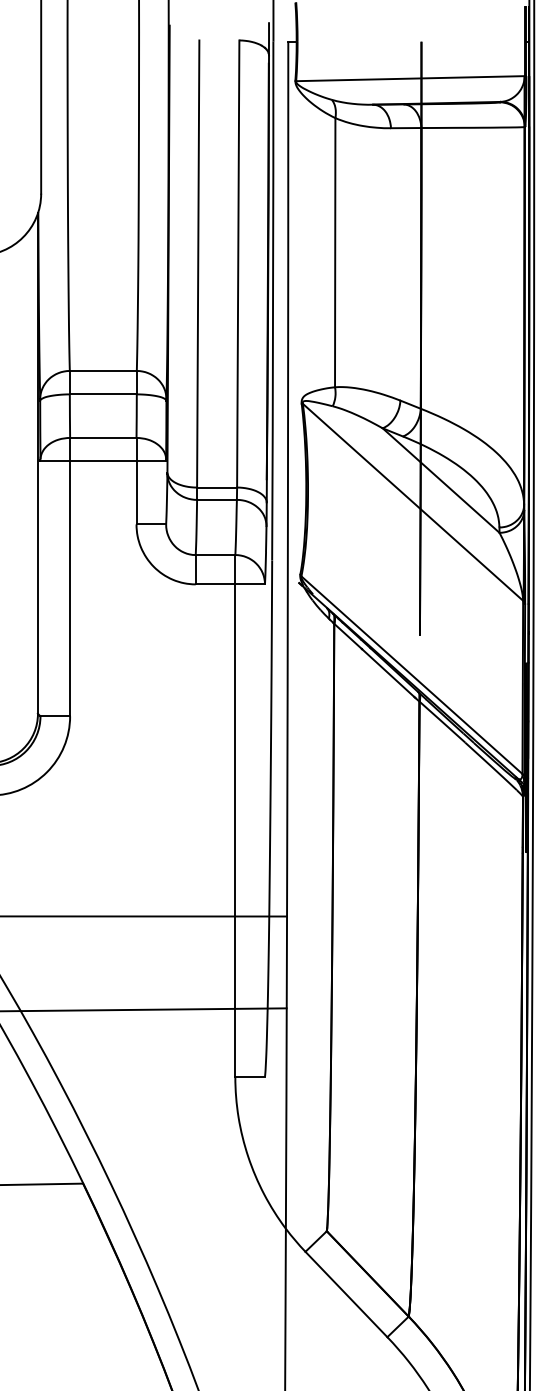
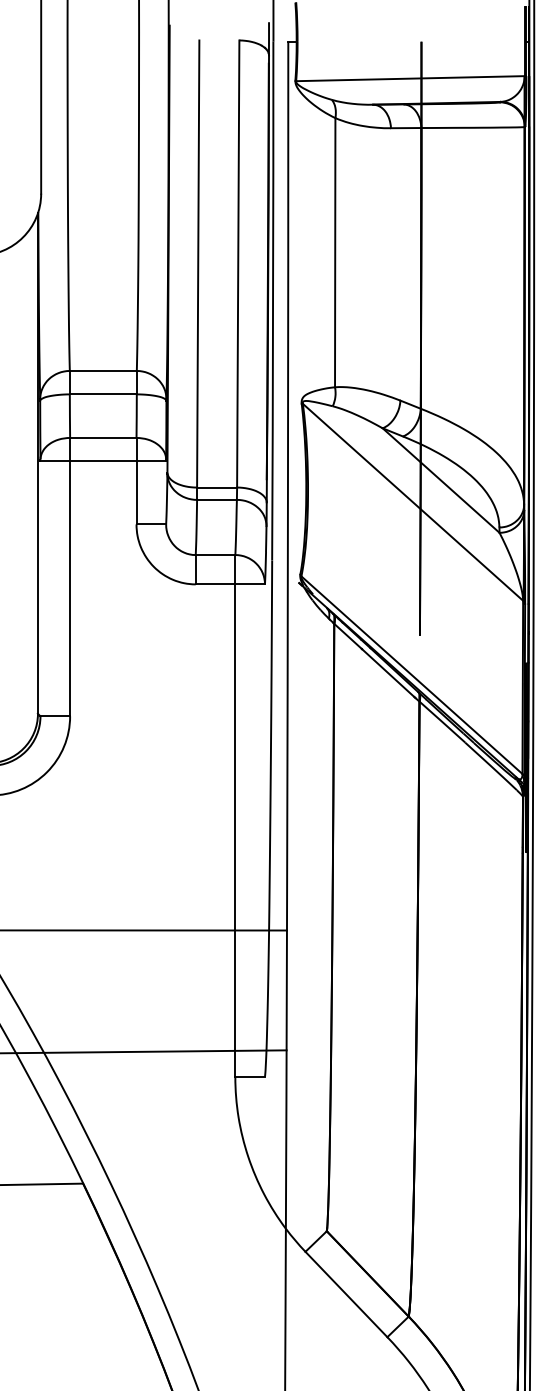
line at (144, 916) position: (144, 916) -> (144, 930)
line at (144, 1009) position: (144, 1009) -> (144, 1051)
